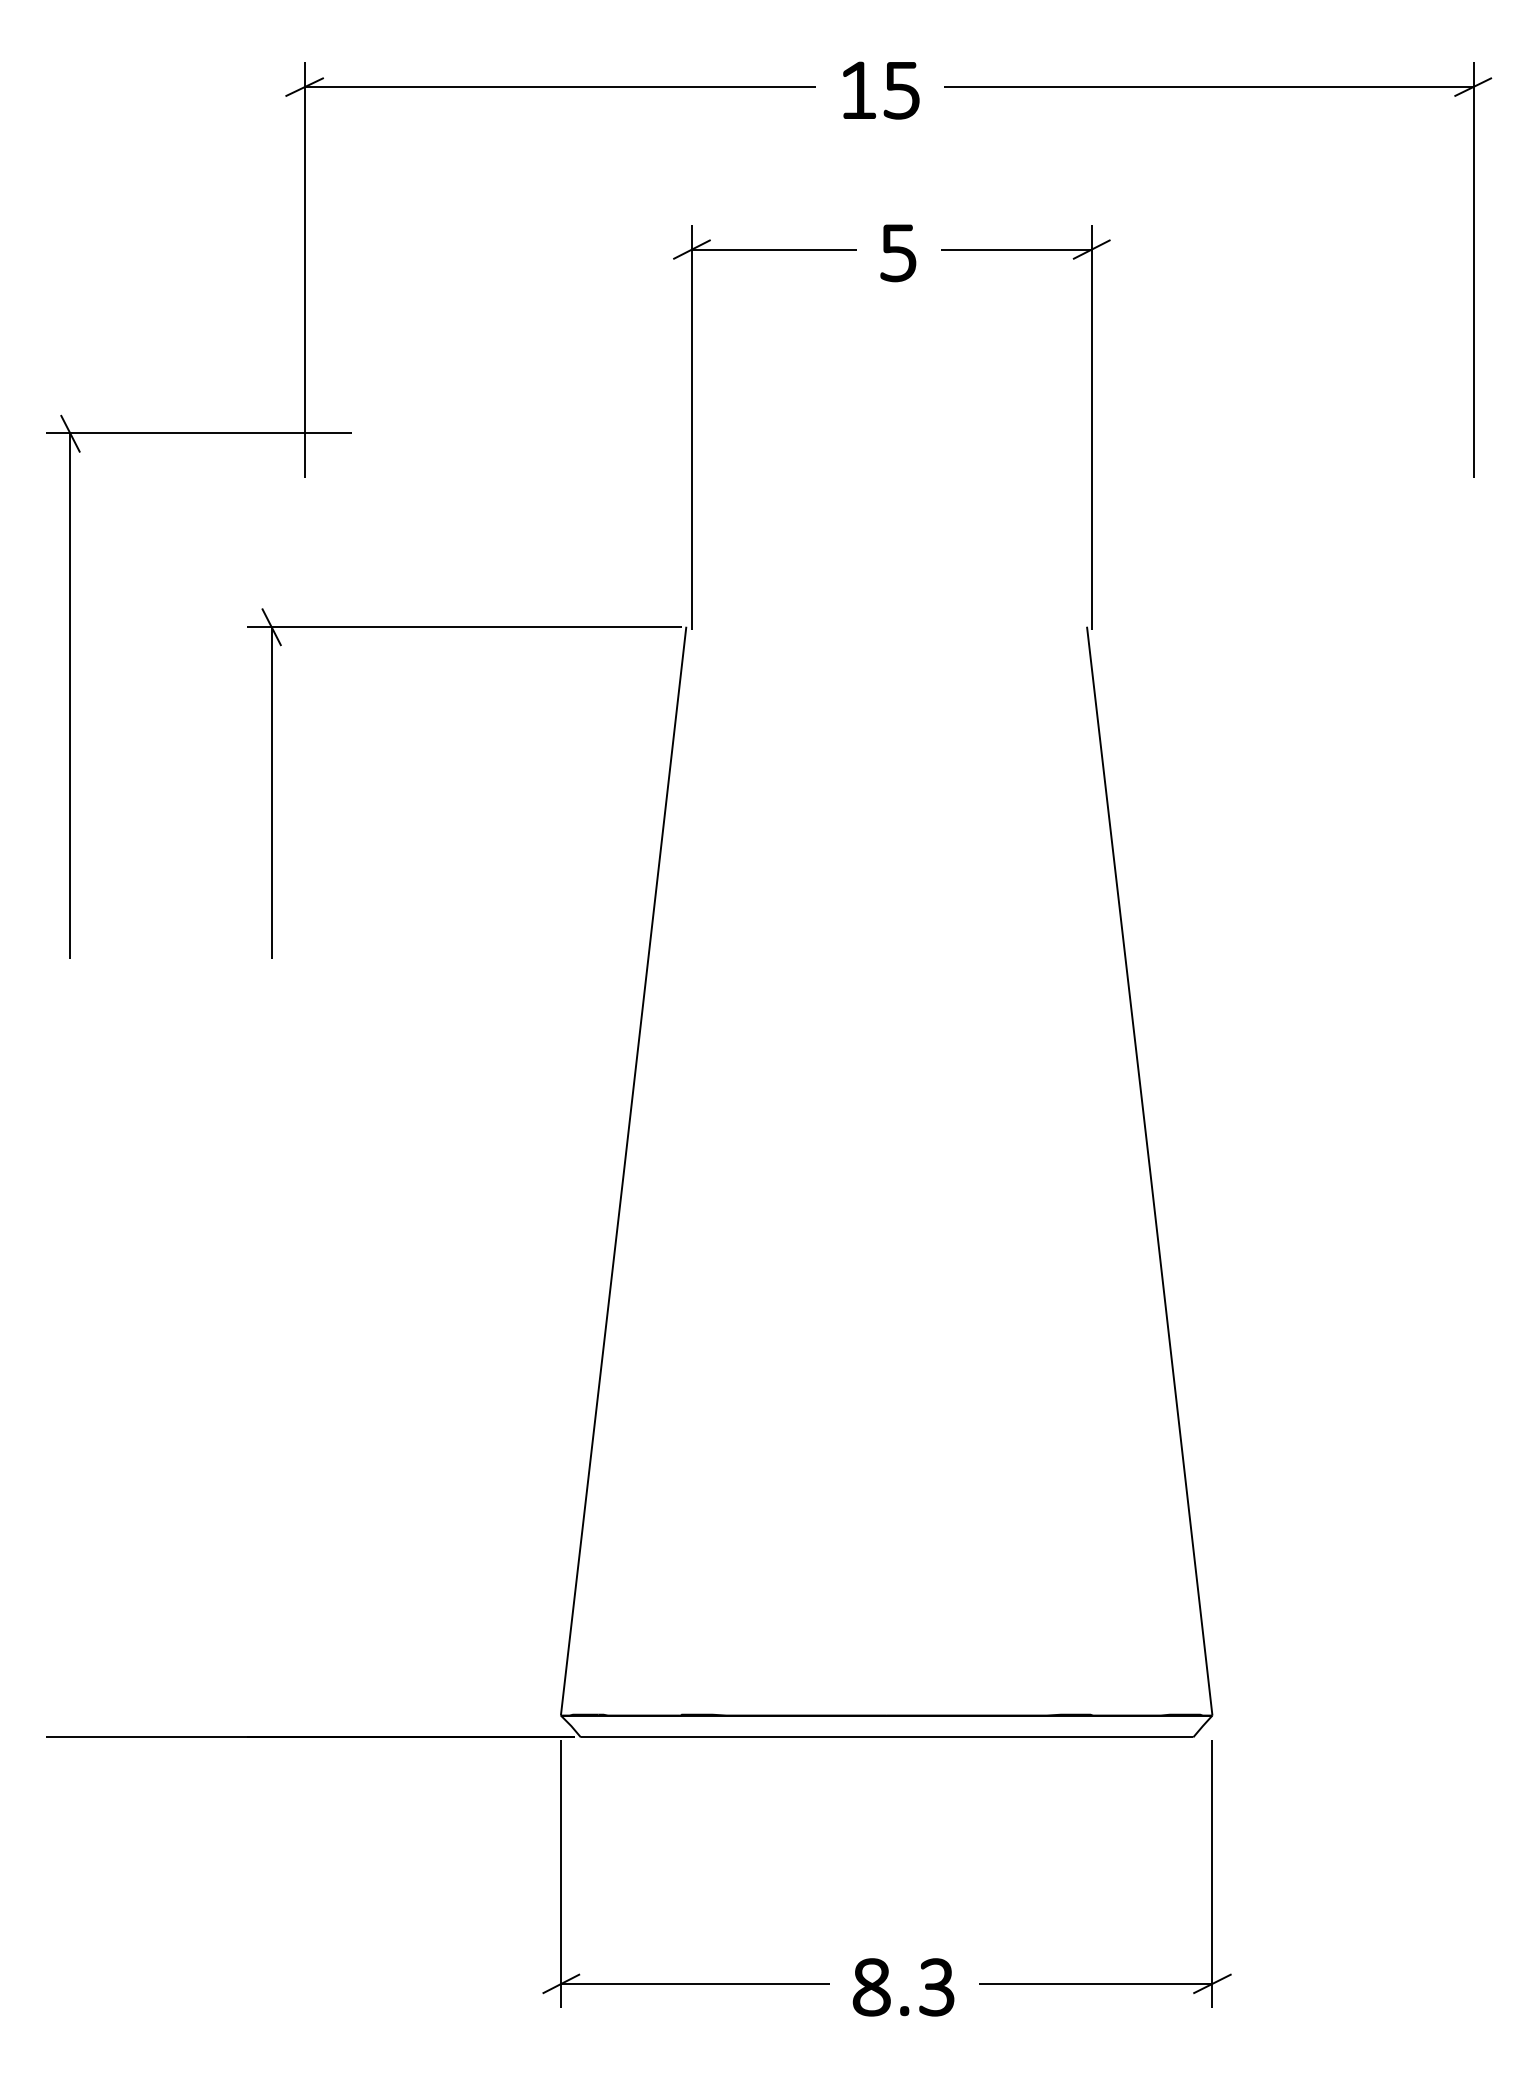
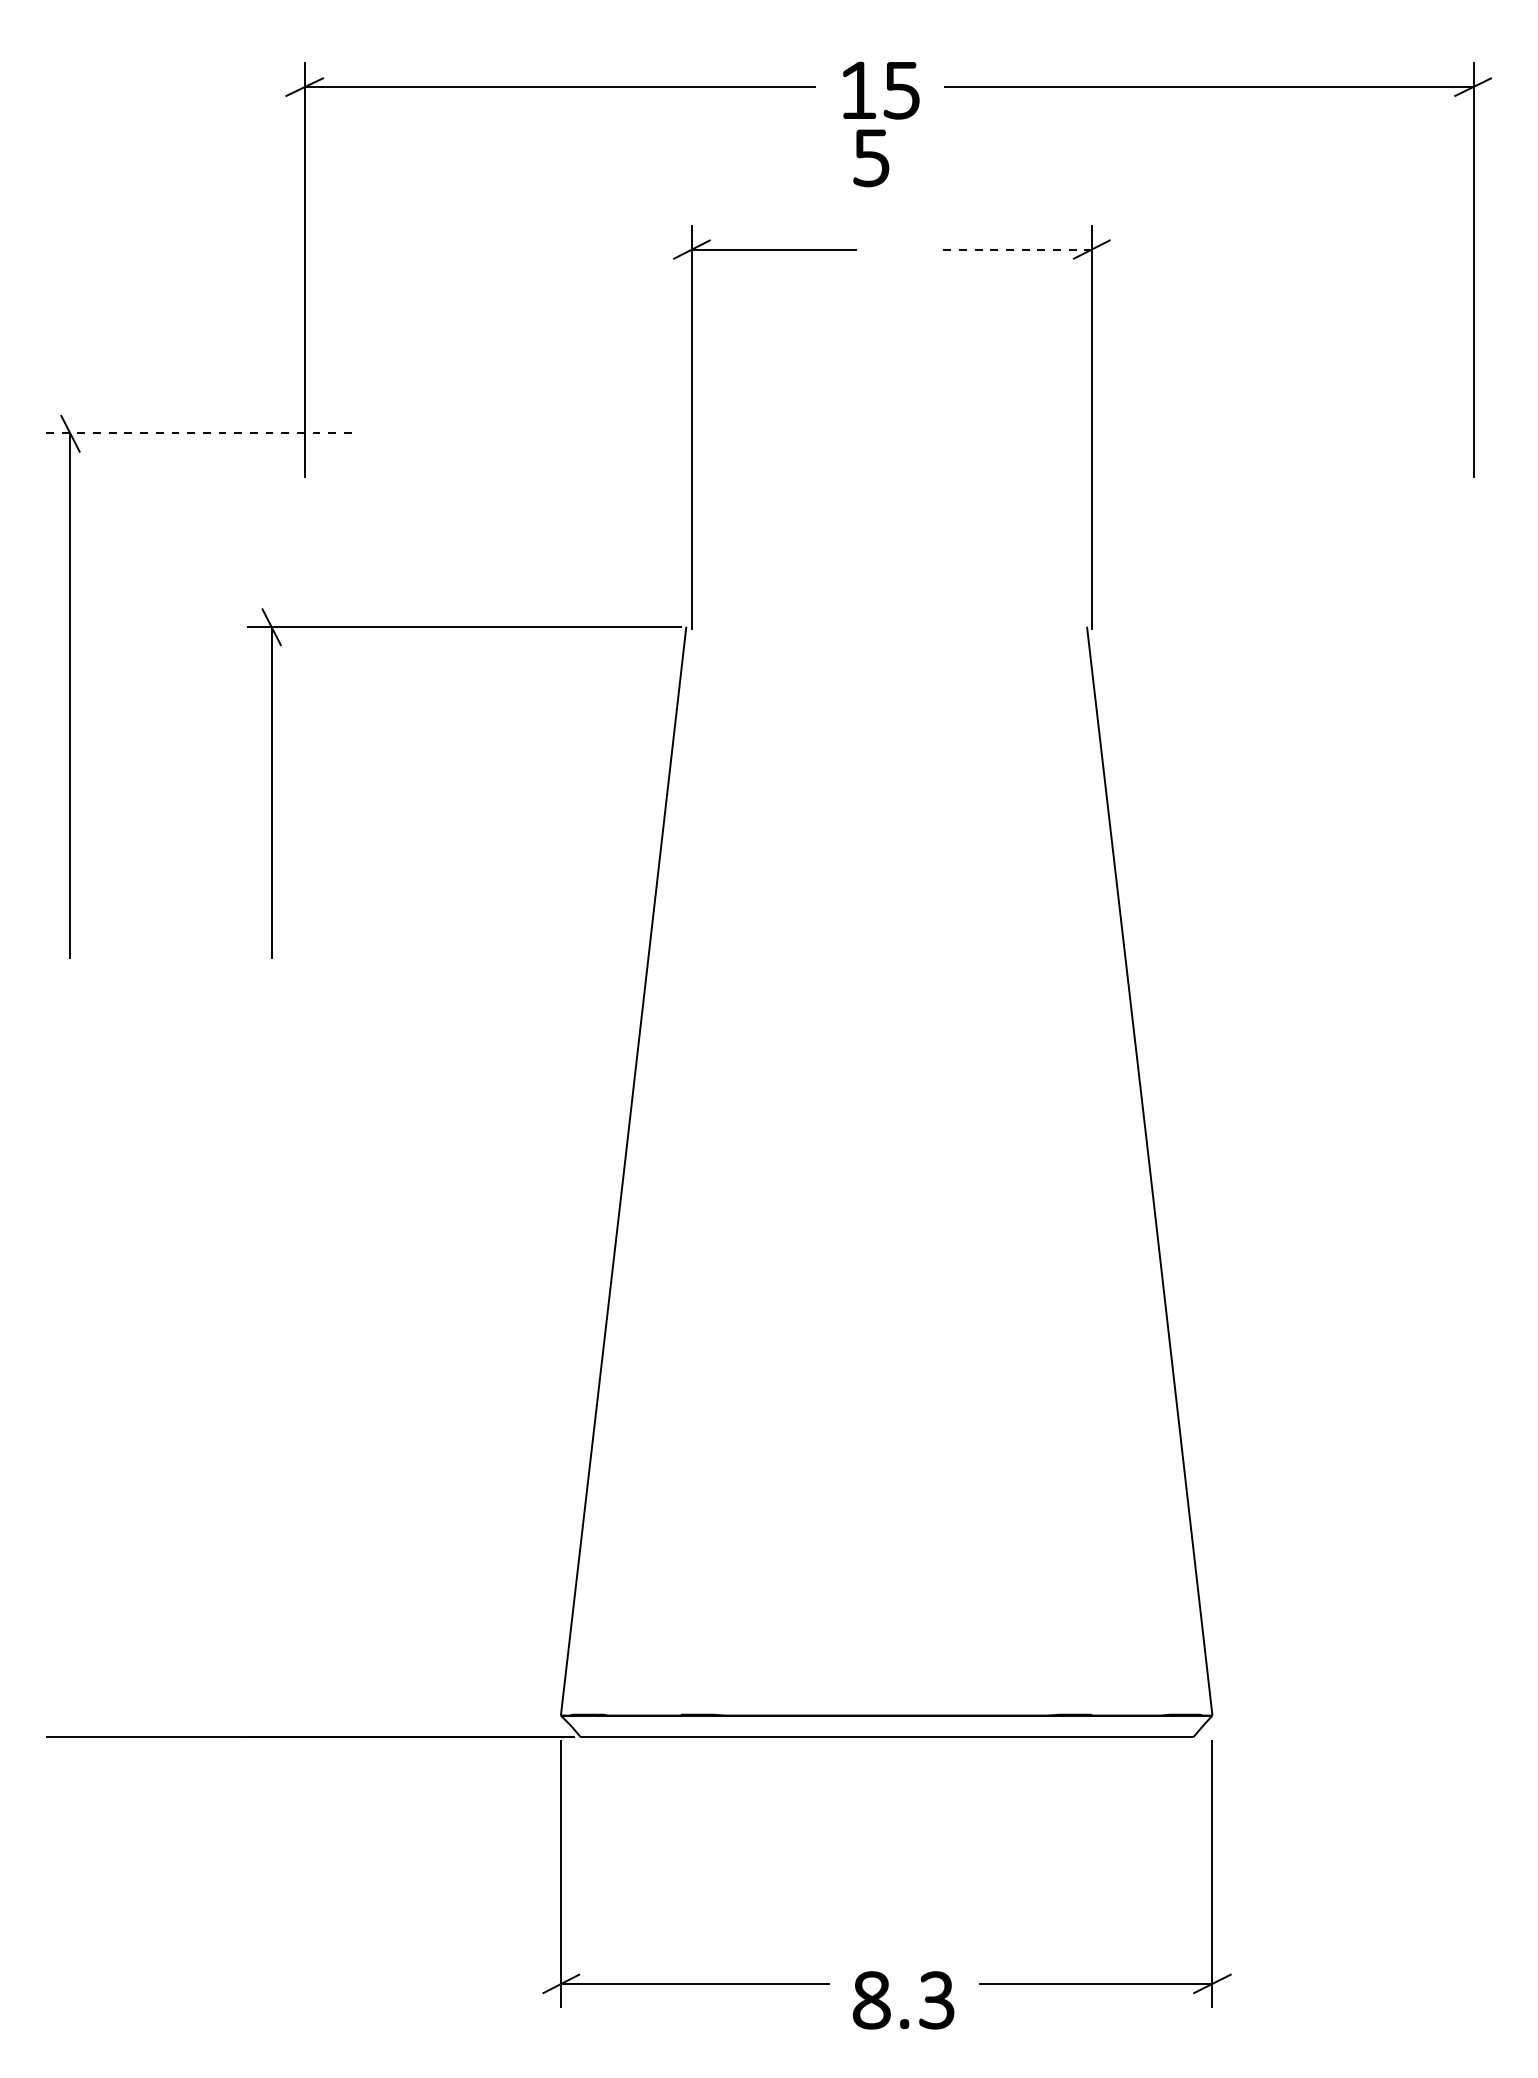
line at (1016, 249): solid -> dashed
part at (898, 253) position: (898, 253) -> (871, 158)
line at (198, 433): solid -> dashed
part at (889, 1995) position: (889, 1995) -> (889, 2008)
